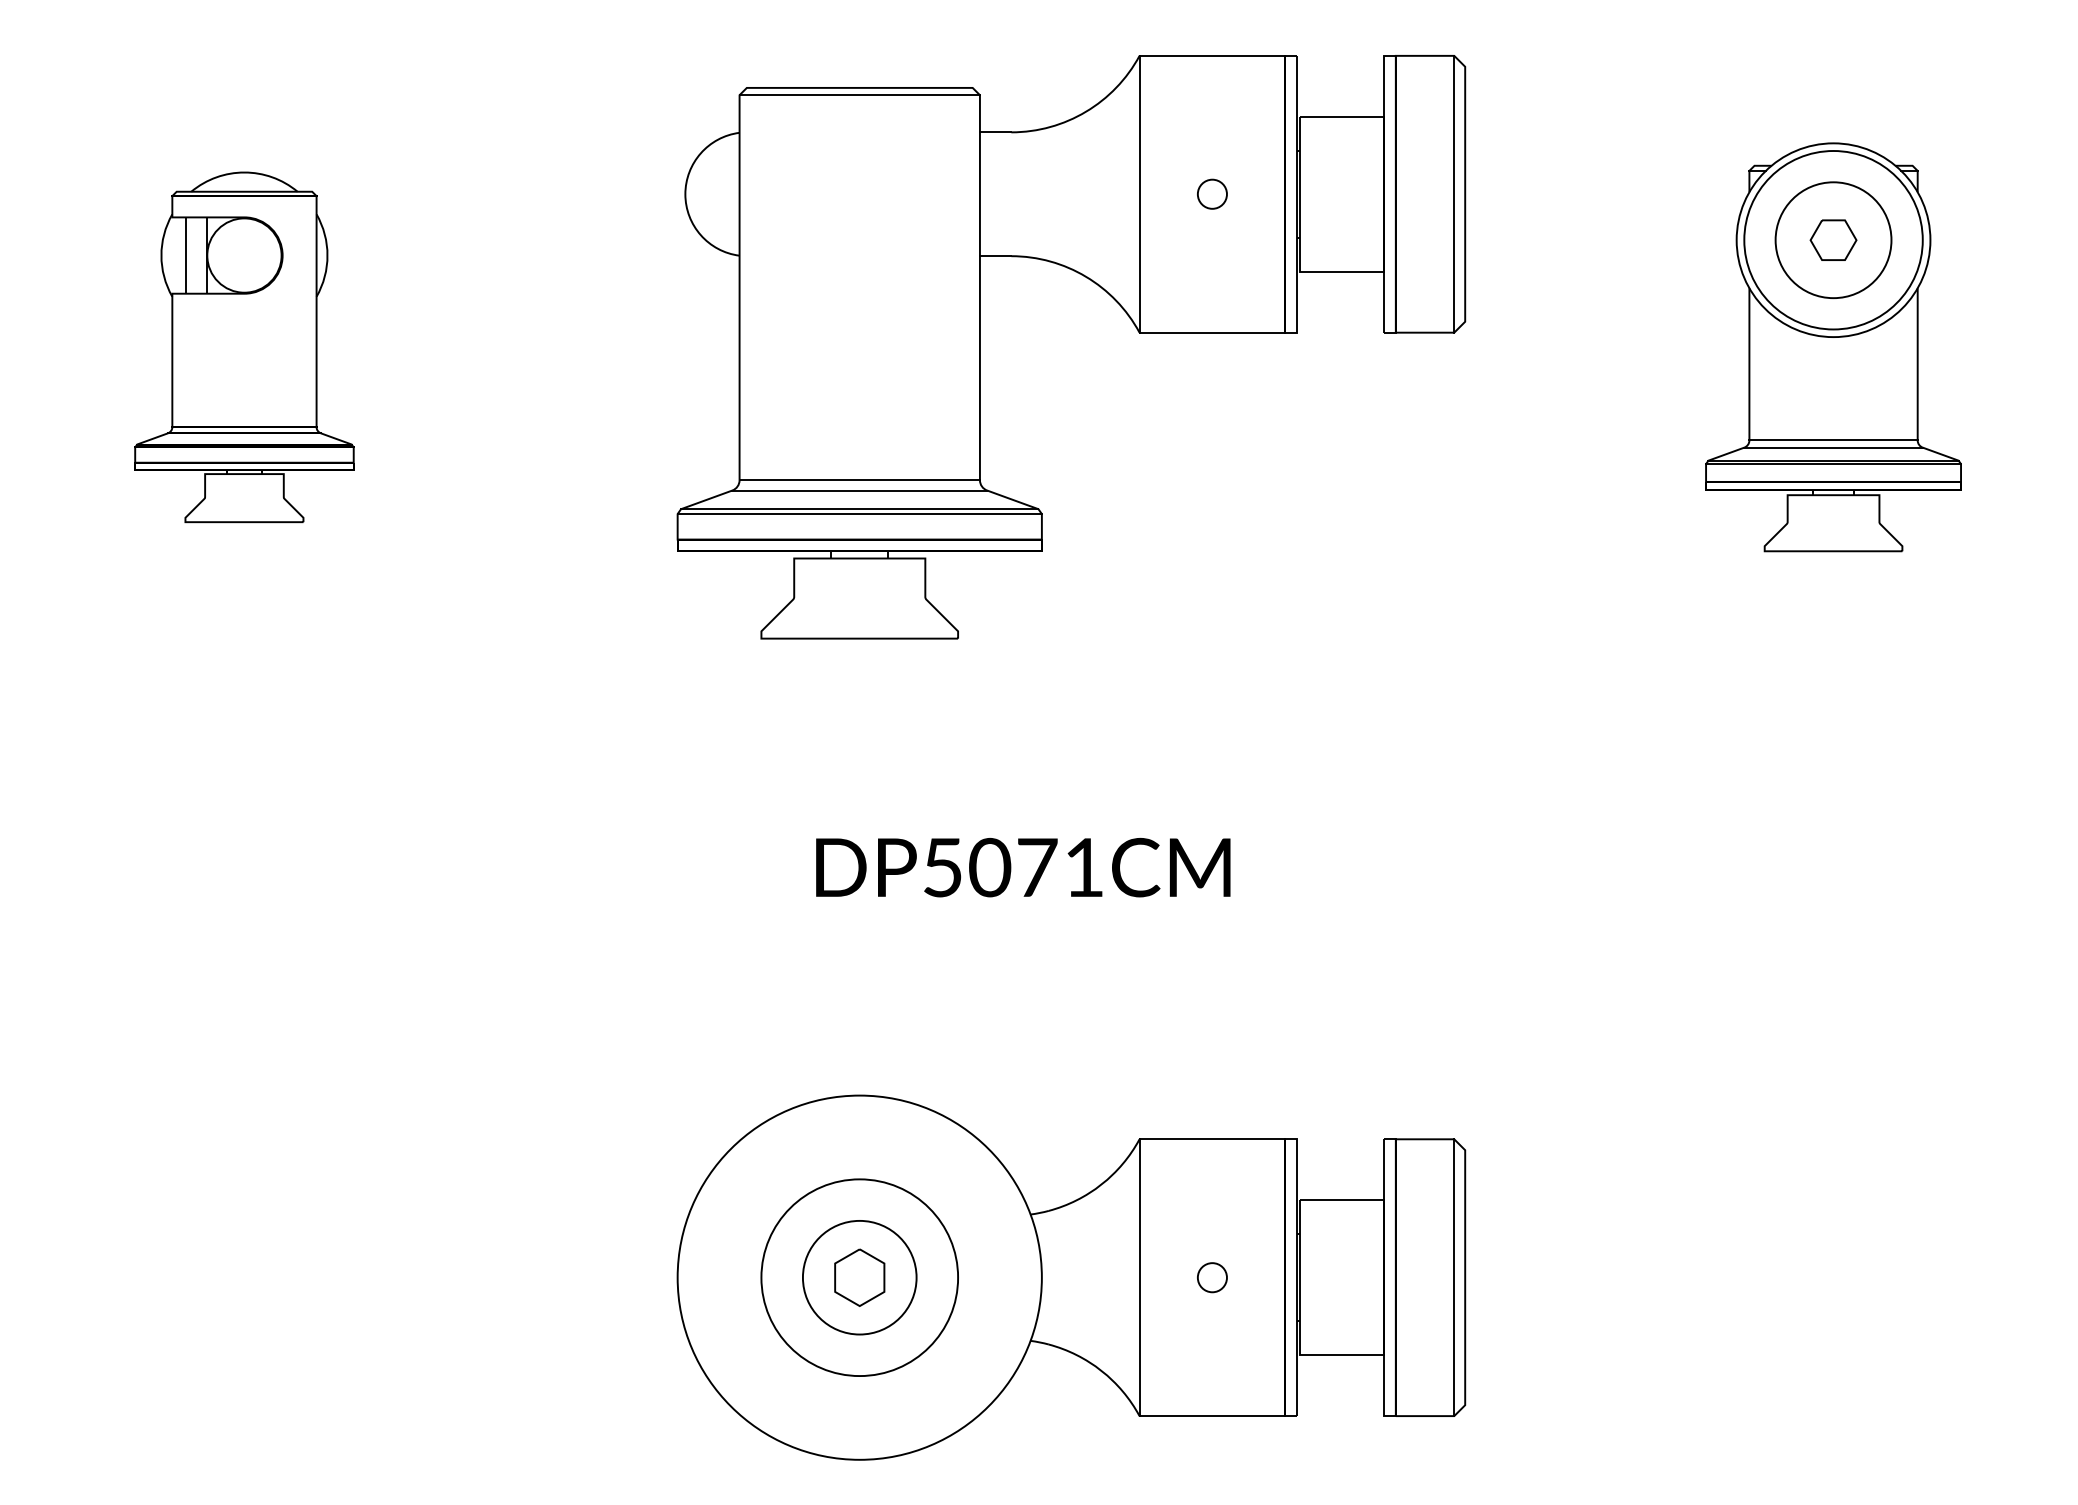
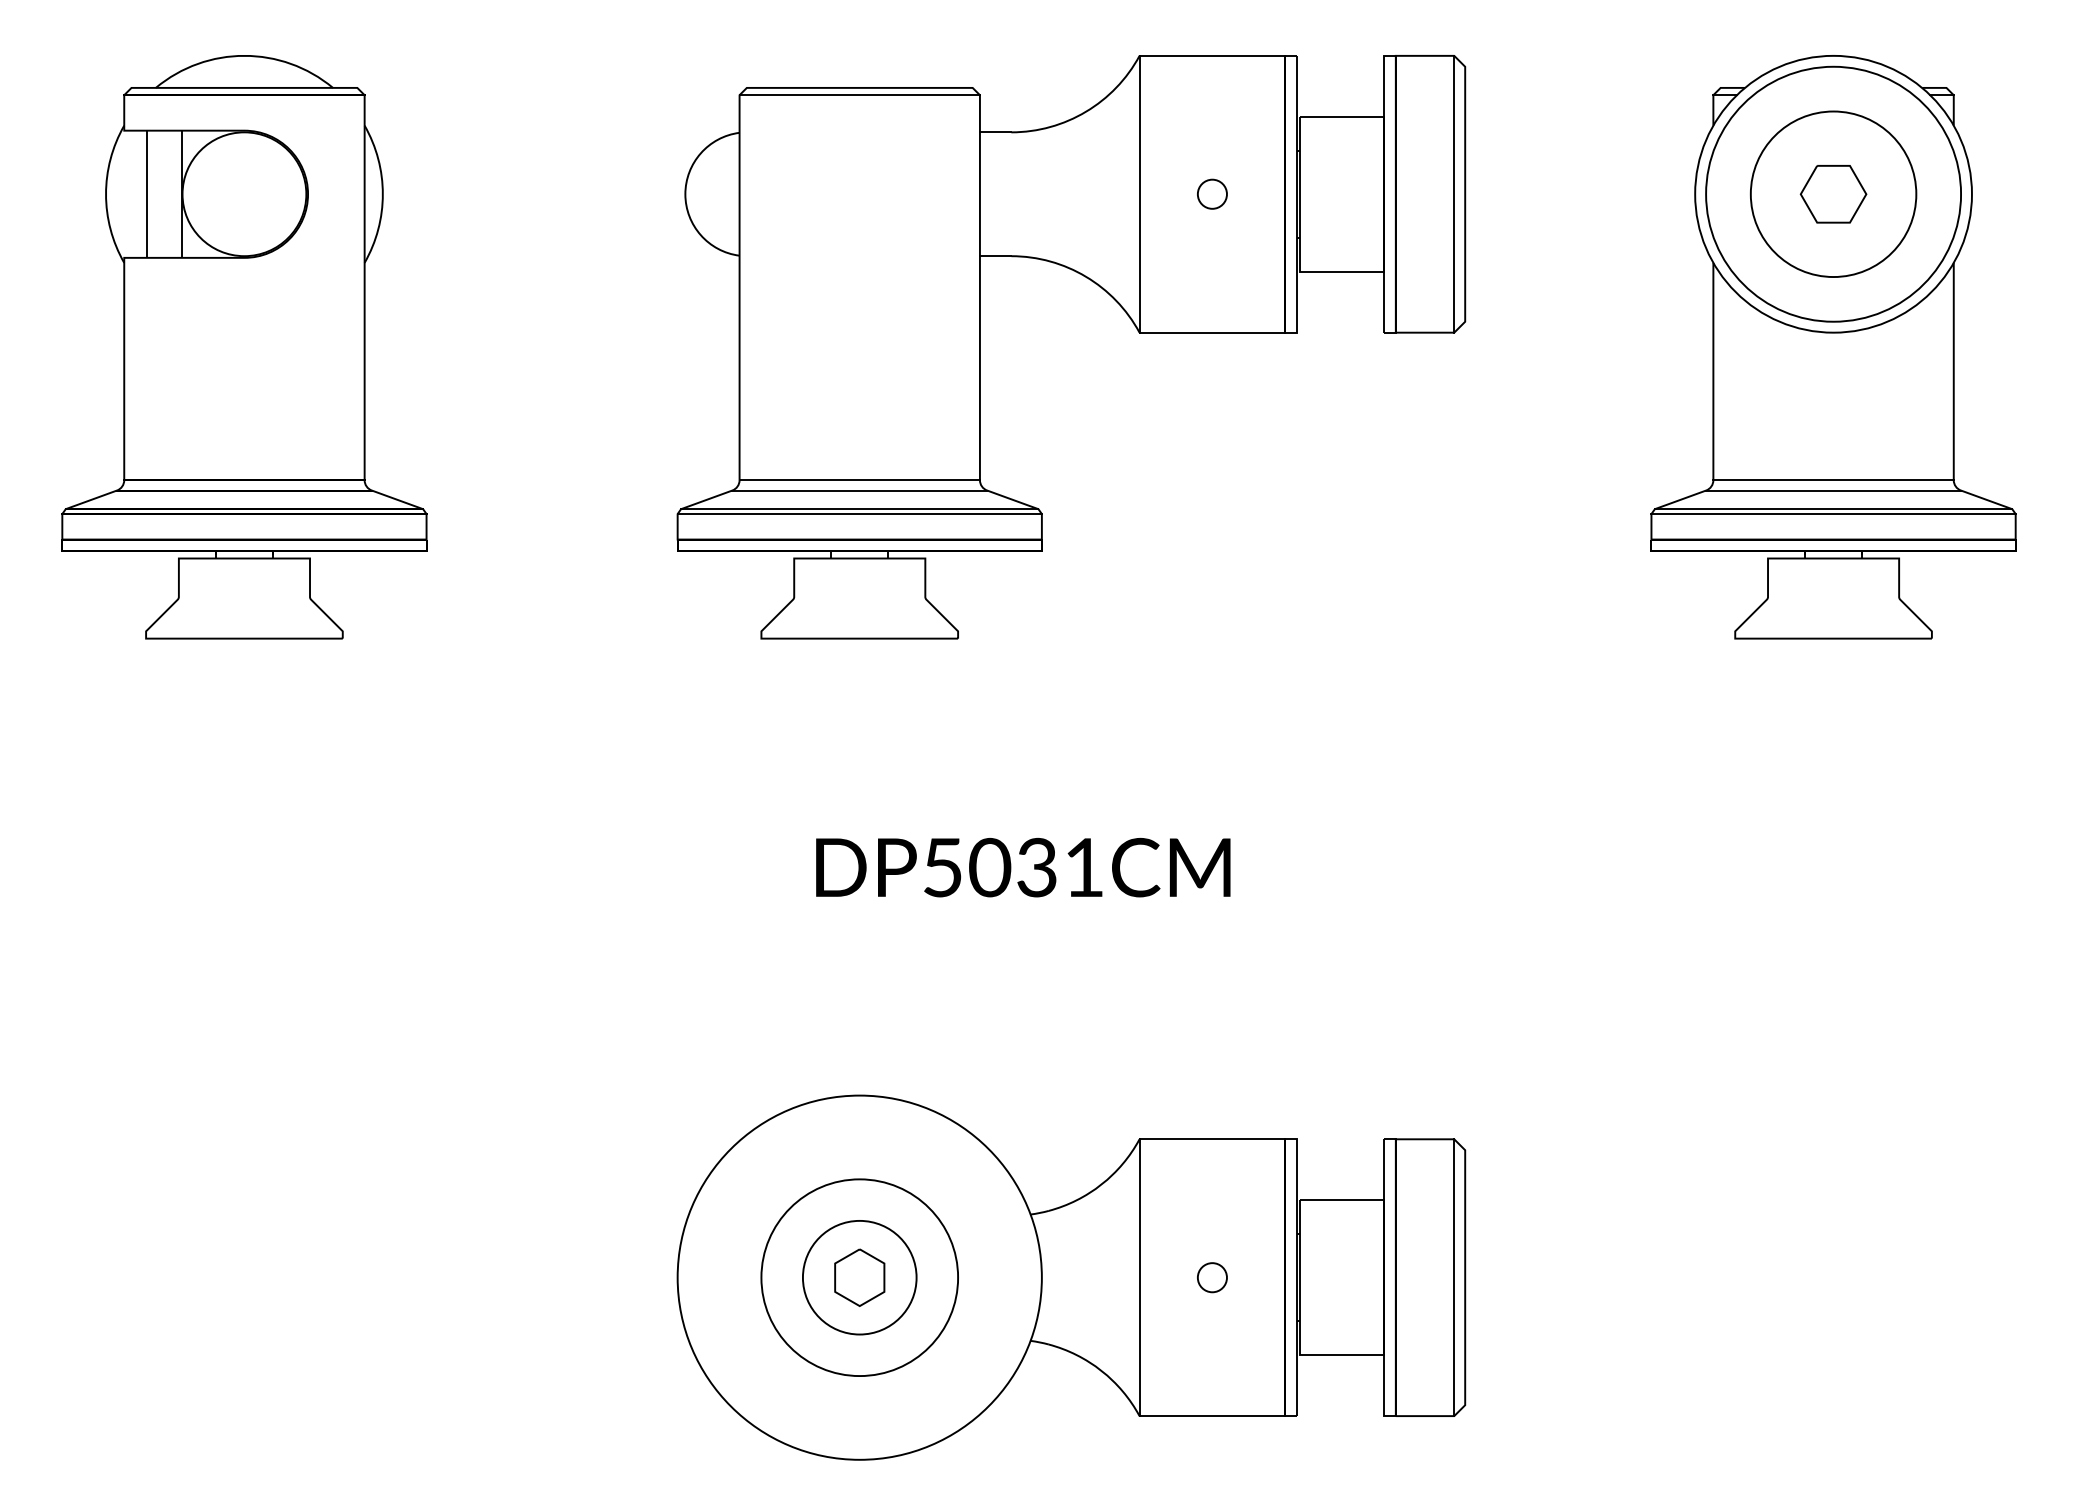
part at (244, 347) size: 221x353 px -> 367x585 px
part at (1833, 347) size: 257x411 px -> 367x585 px
text at (1037, 867): DP5071CM -> DP5031CM
